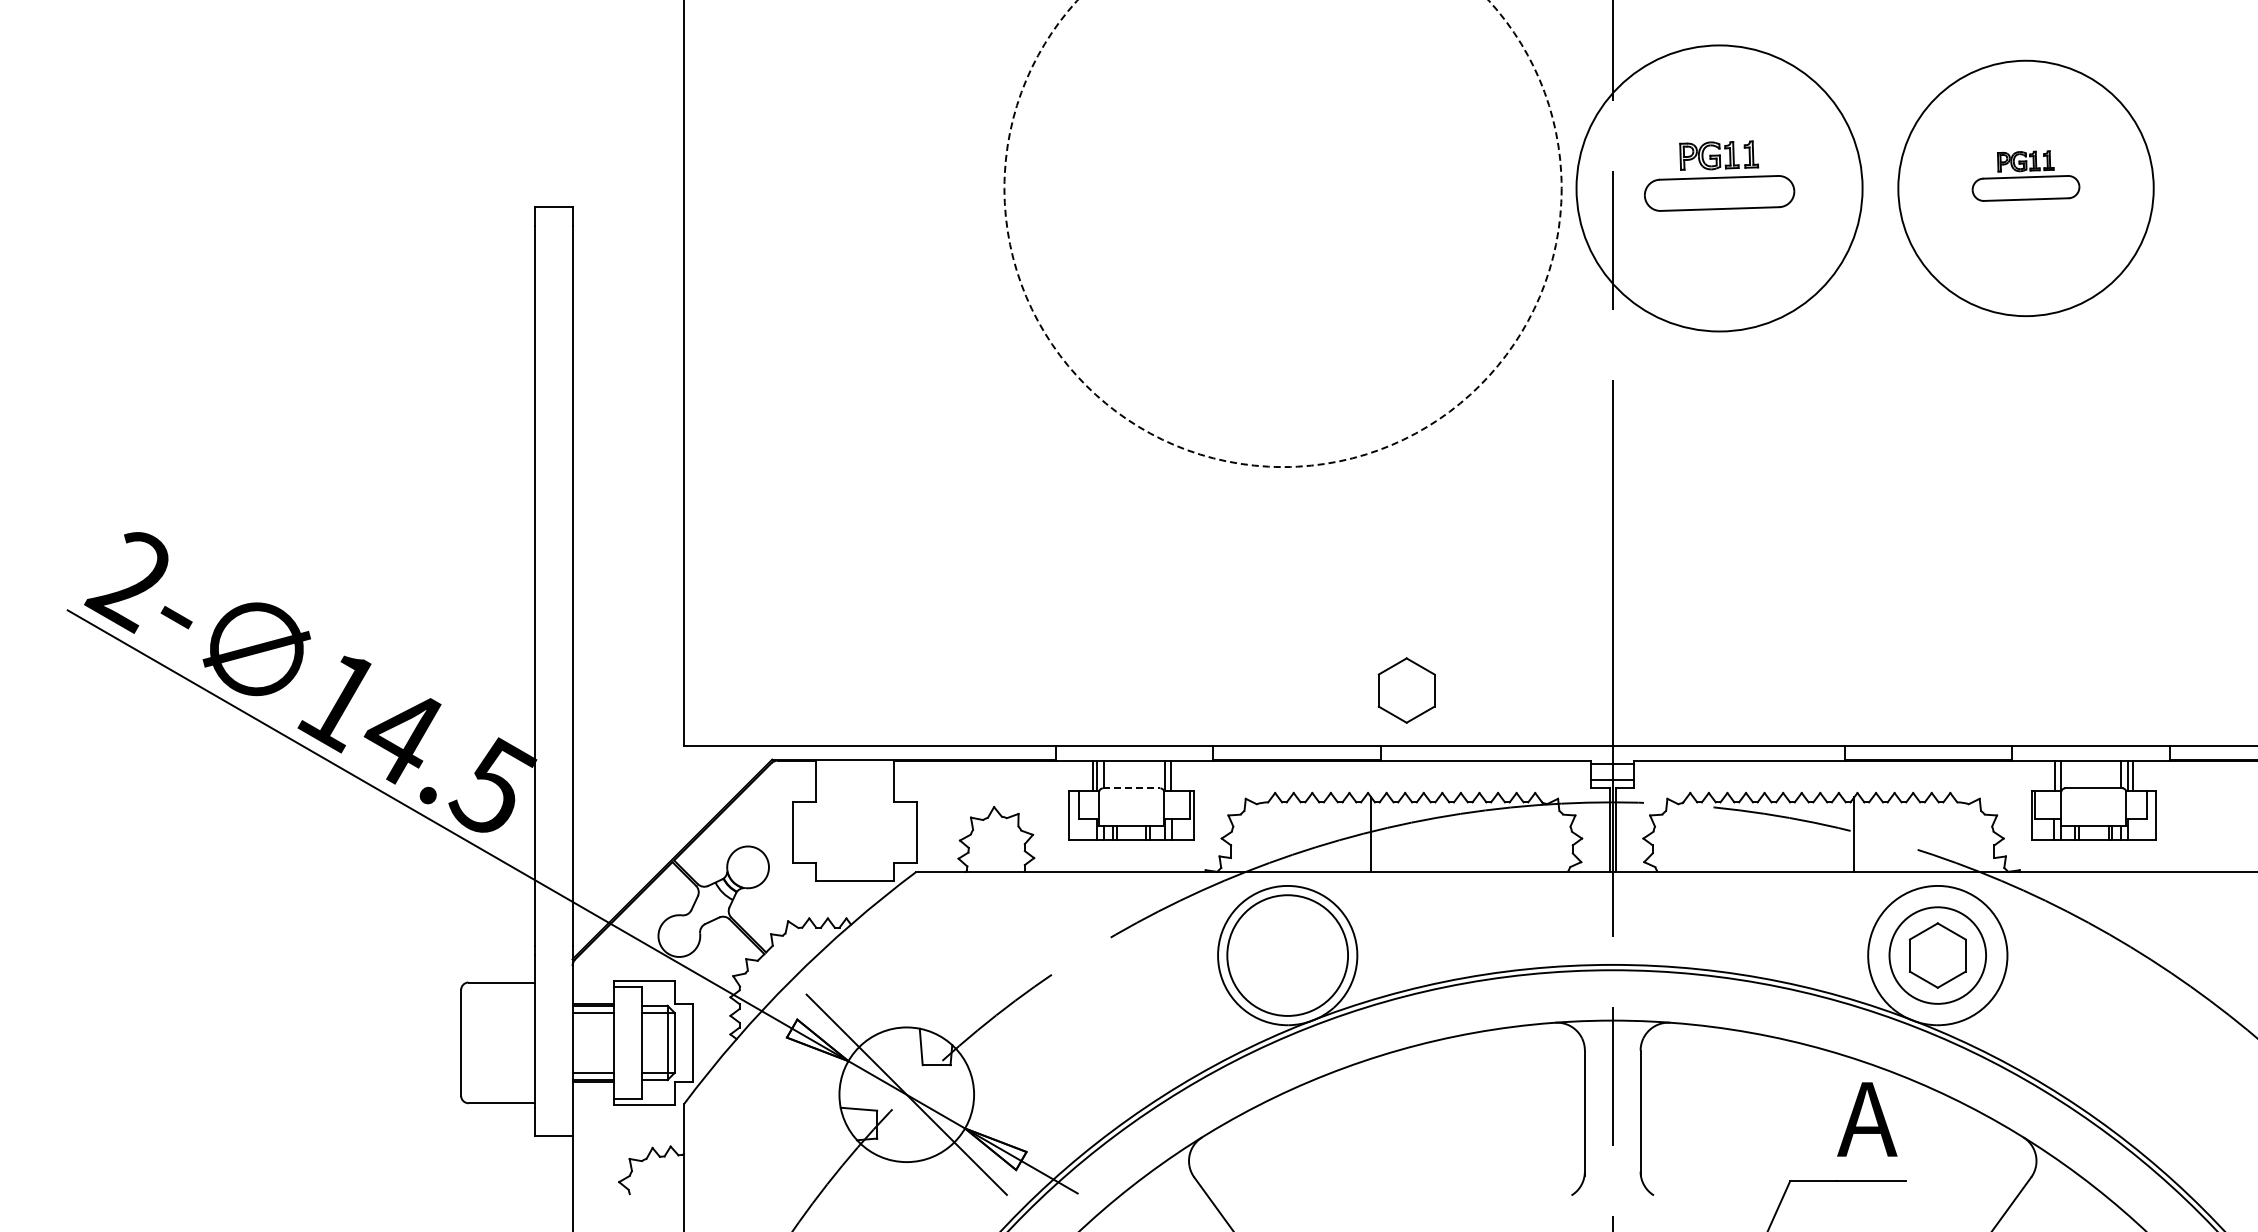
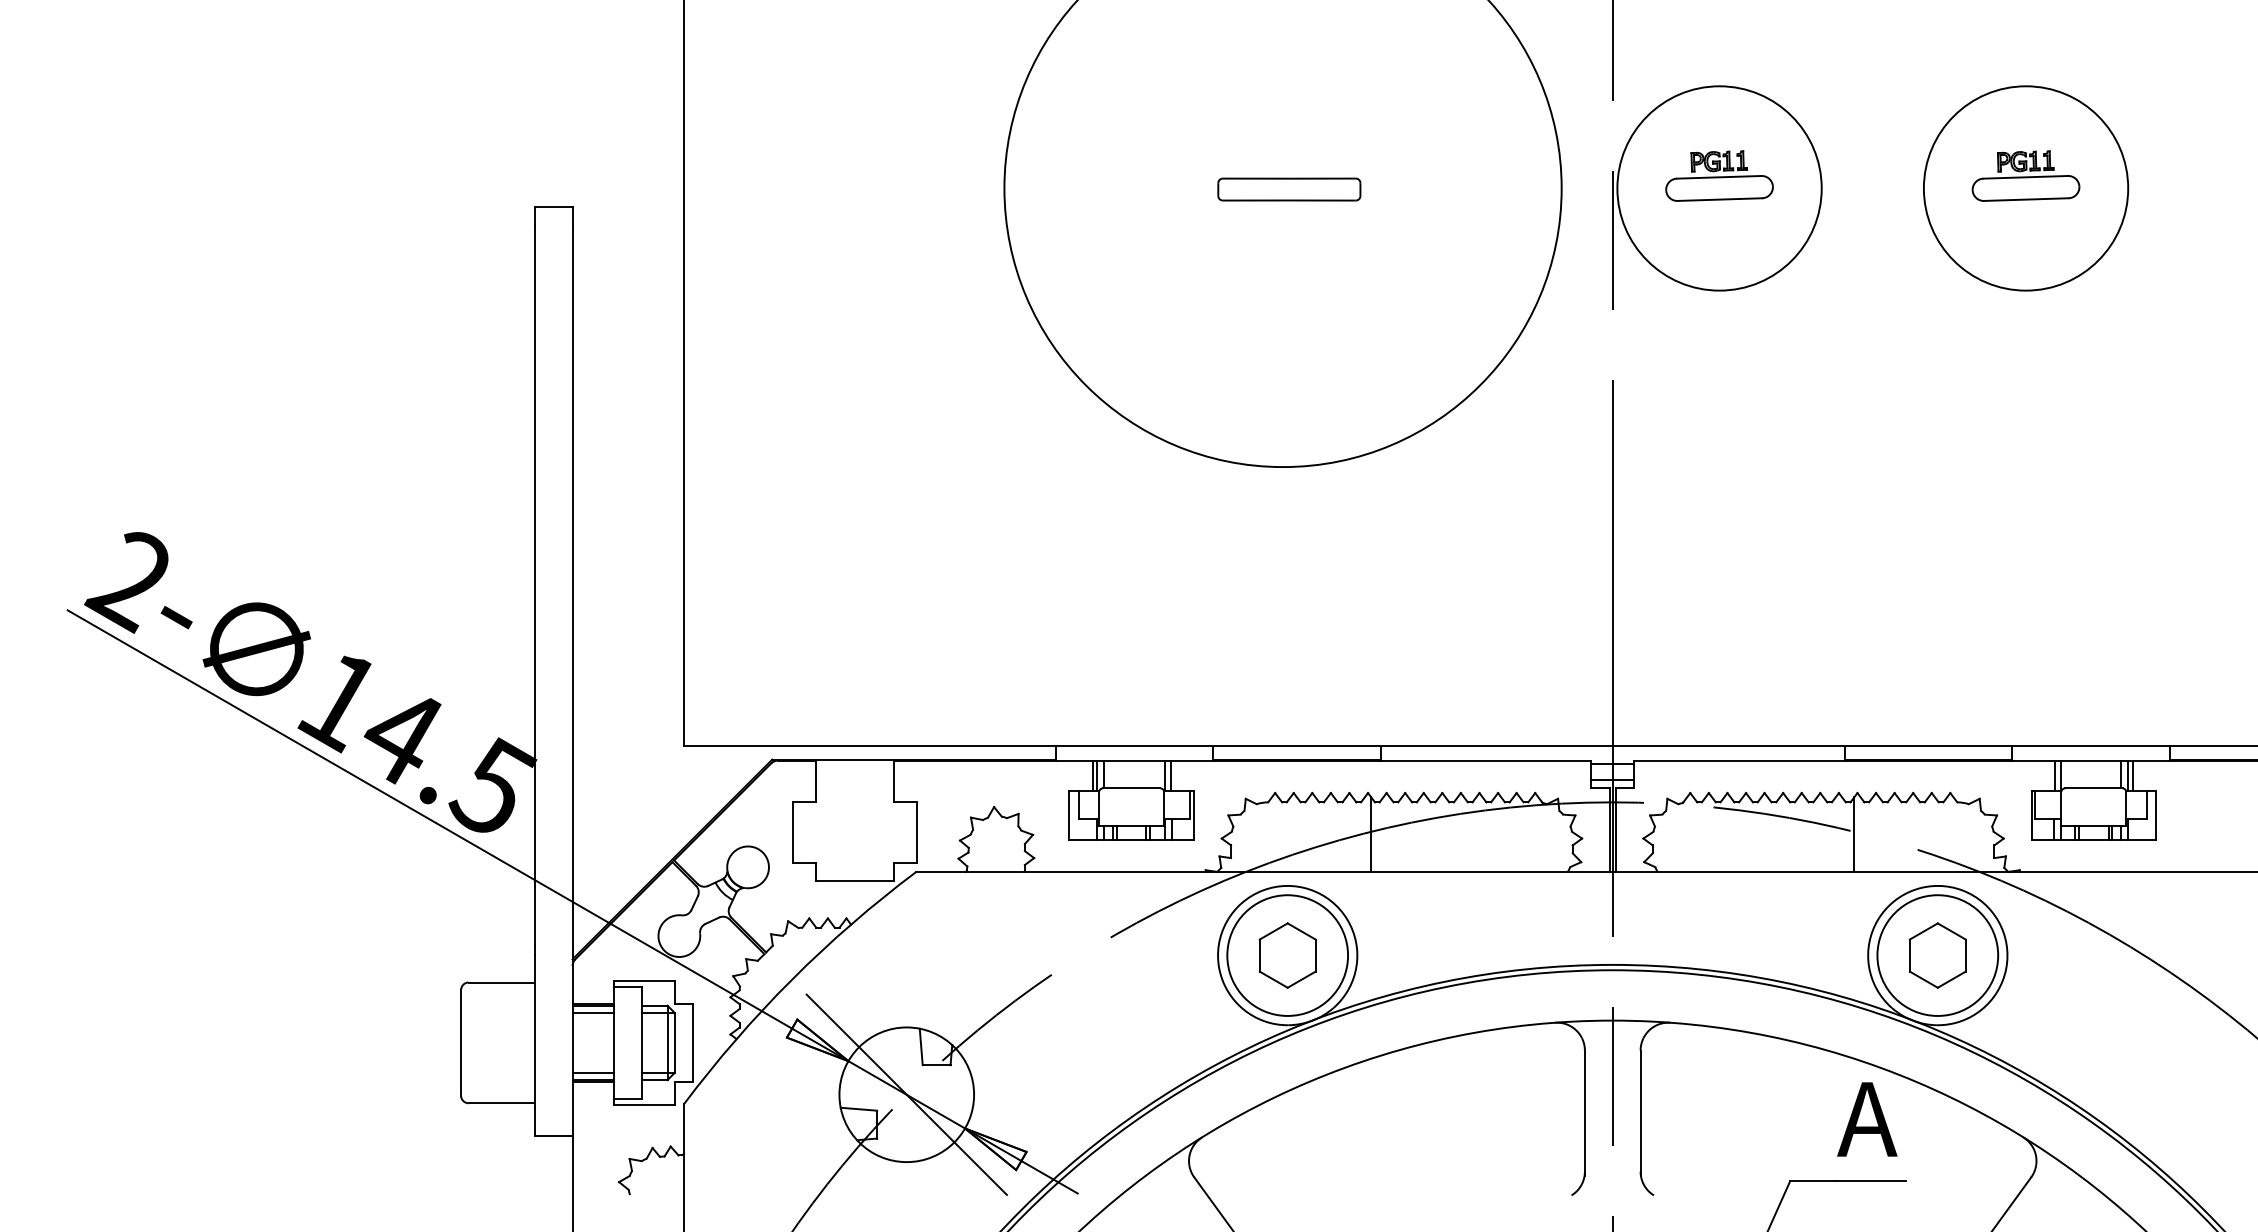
part at (1719, 175) size: 152x72 px -> 109x52 px
circle at (1719, 188) diameter: 286 px -> 204 px
circle at (2025, 188) diameter: 255 px -> 204 px
part at (1289, 189): none -> present
circle at (1282, 233): dashed -> solid
part at (1406, 690) position: (1406, 690) -> (1287, 955)
line at (1131, 788): dashed -> solid
circle at (1937, 955) diameter: 97 px -> 121 px
